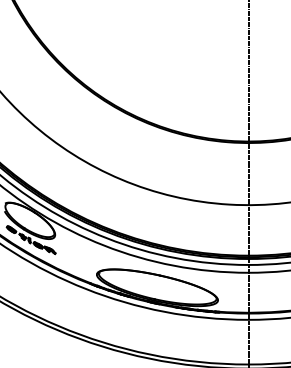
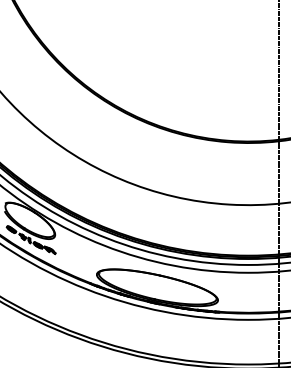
line at (248, 183) position: (248, 183) -> (278, 183)
